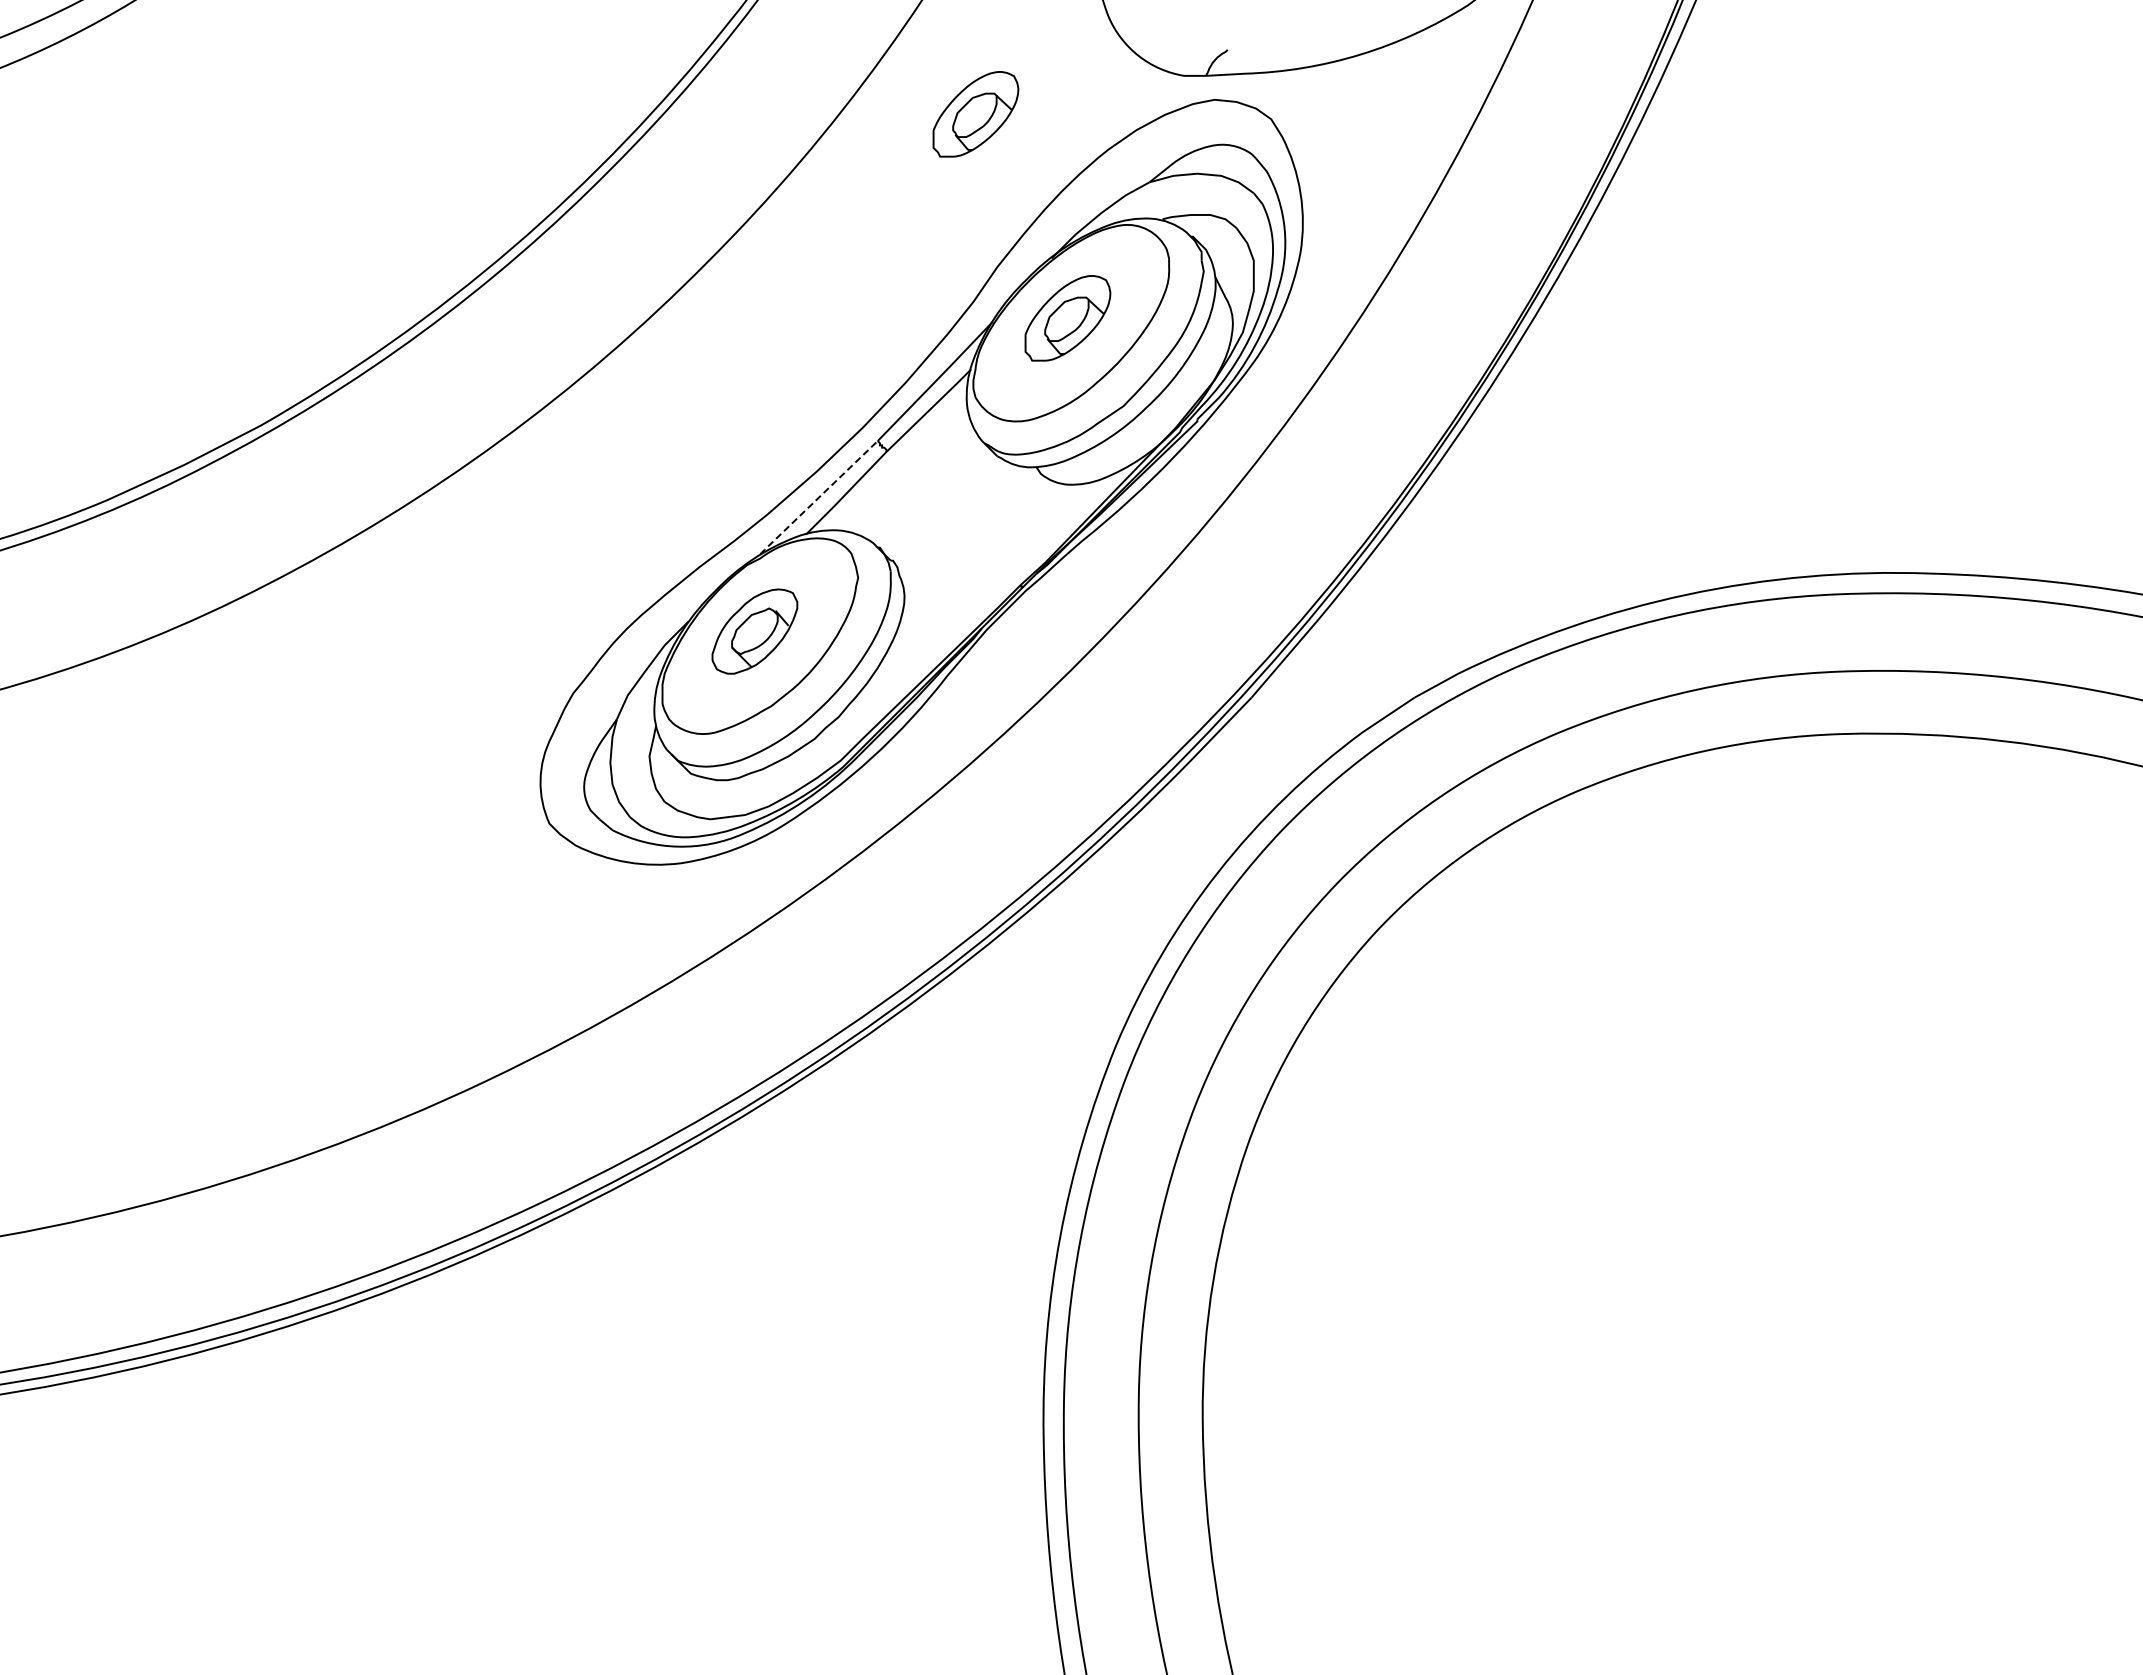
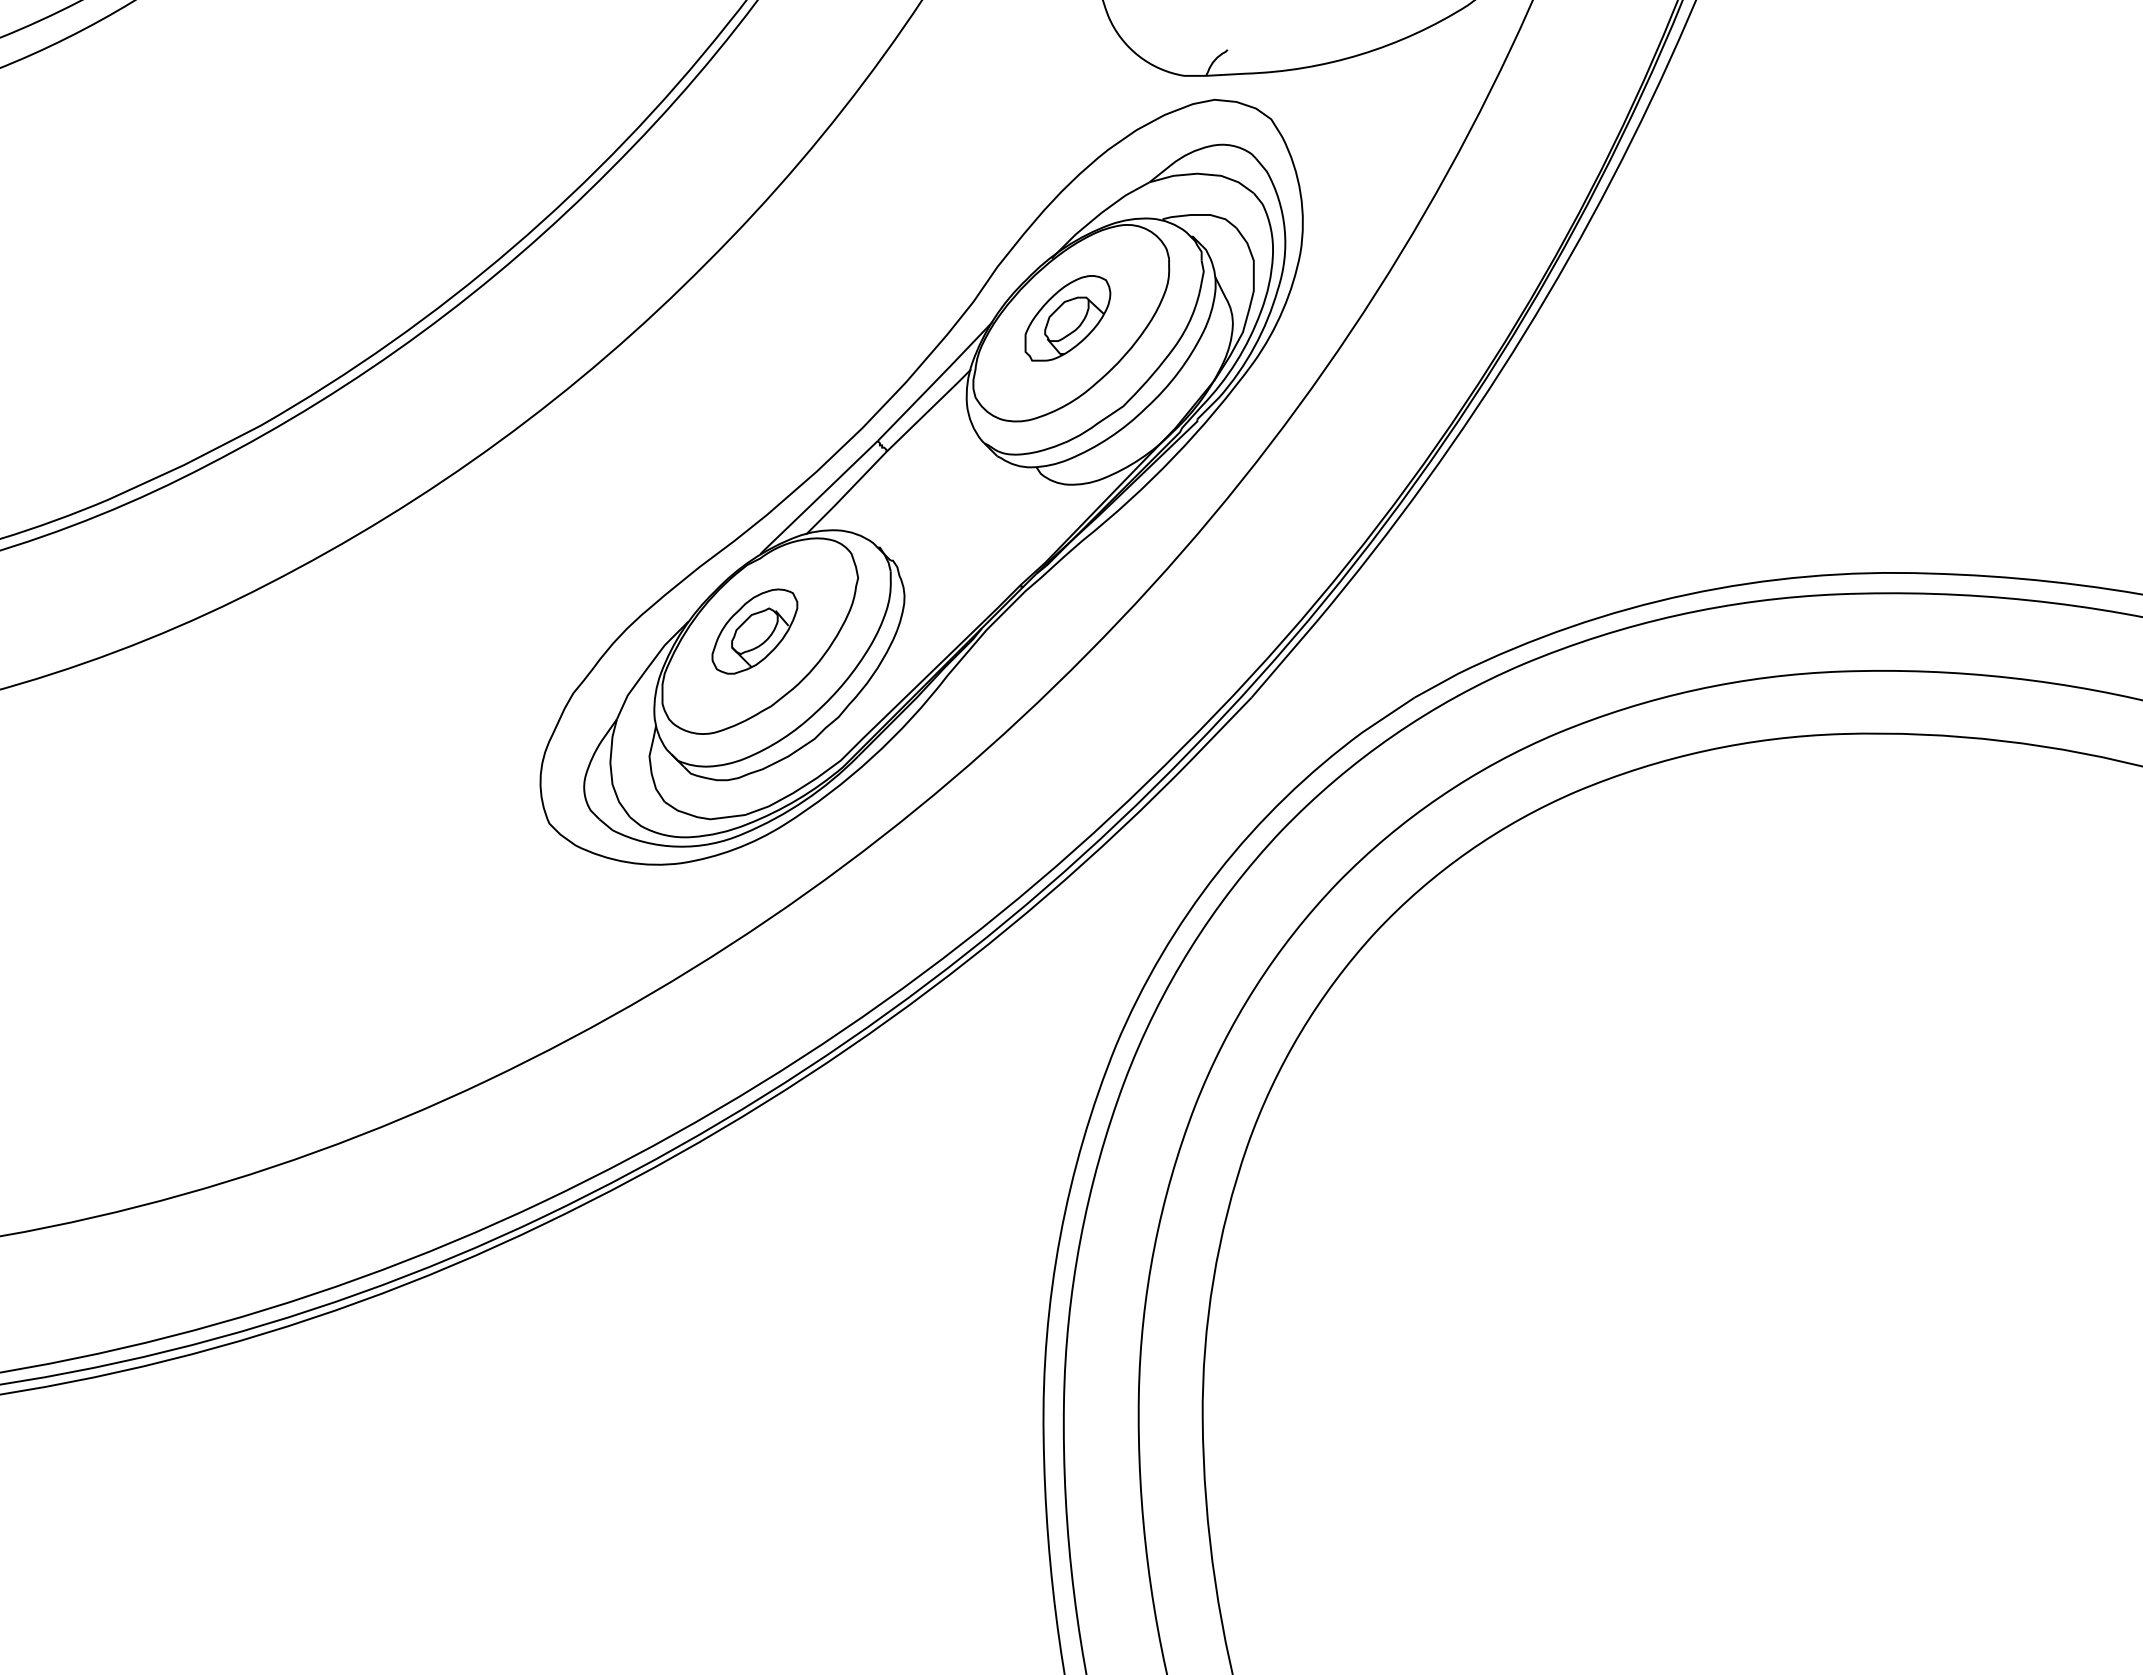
part at (975, 114): present -> none
line at (818, 497): dashed -> solid
